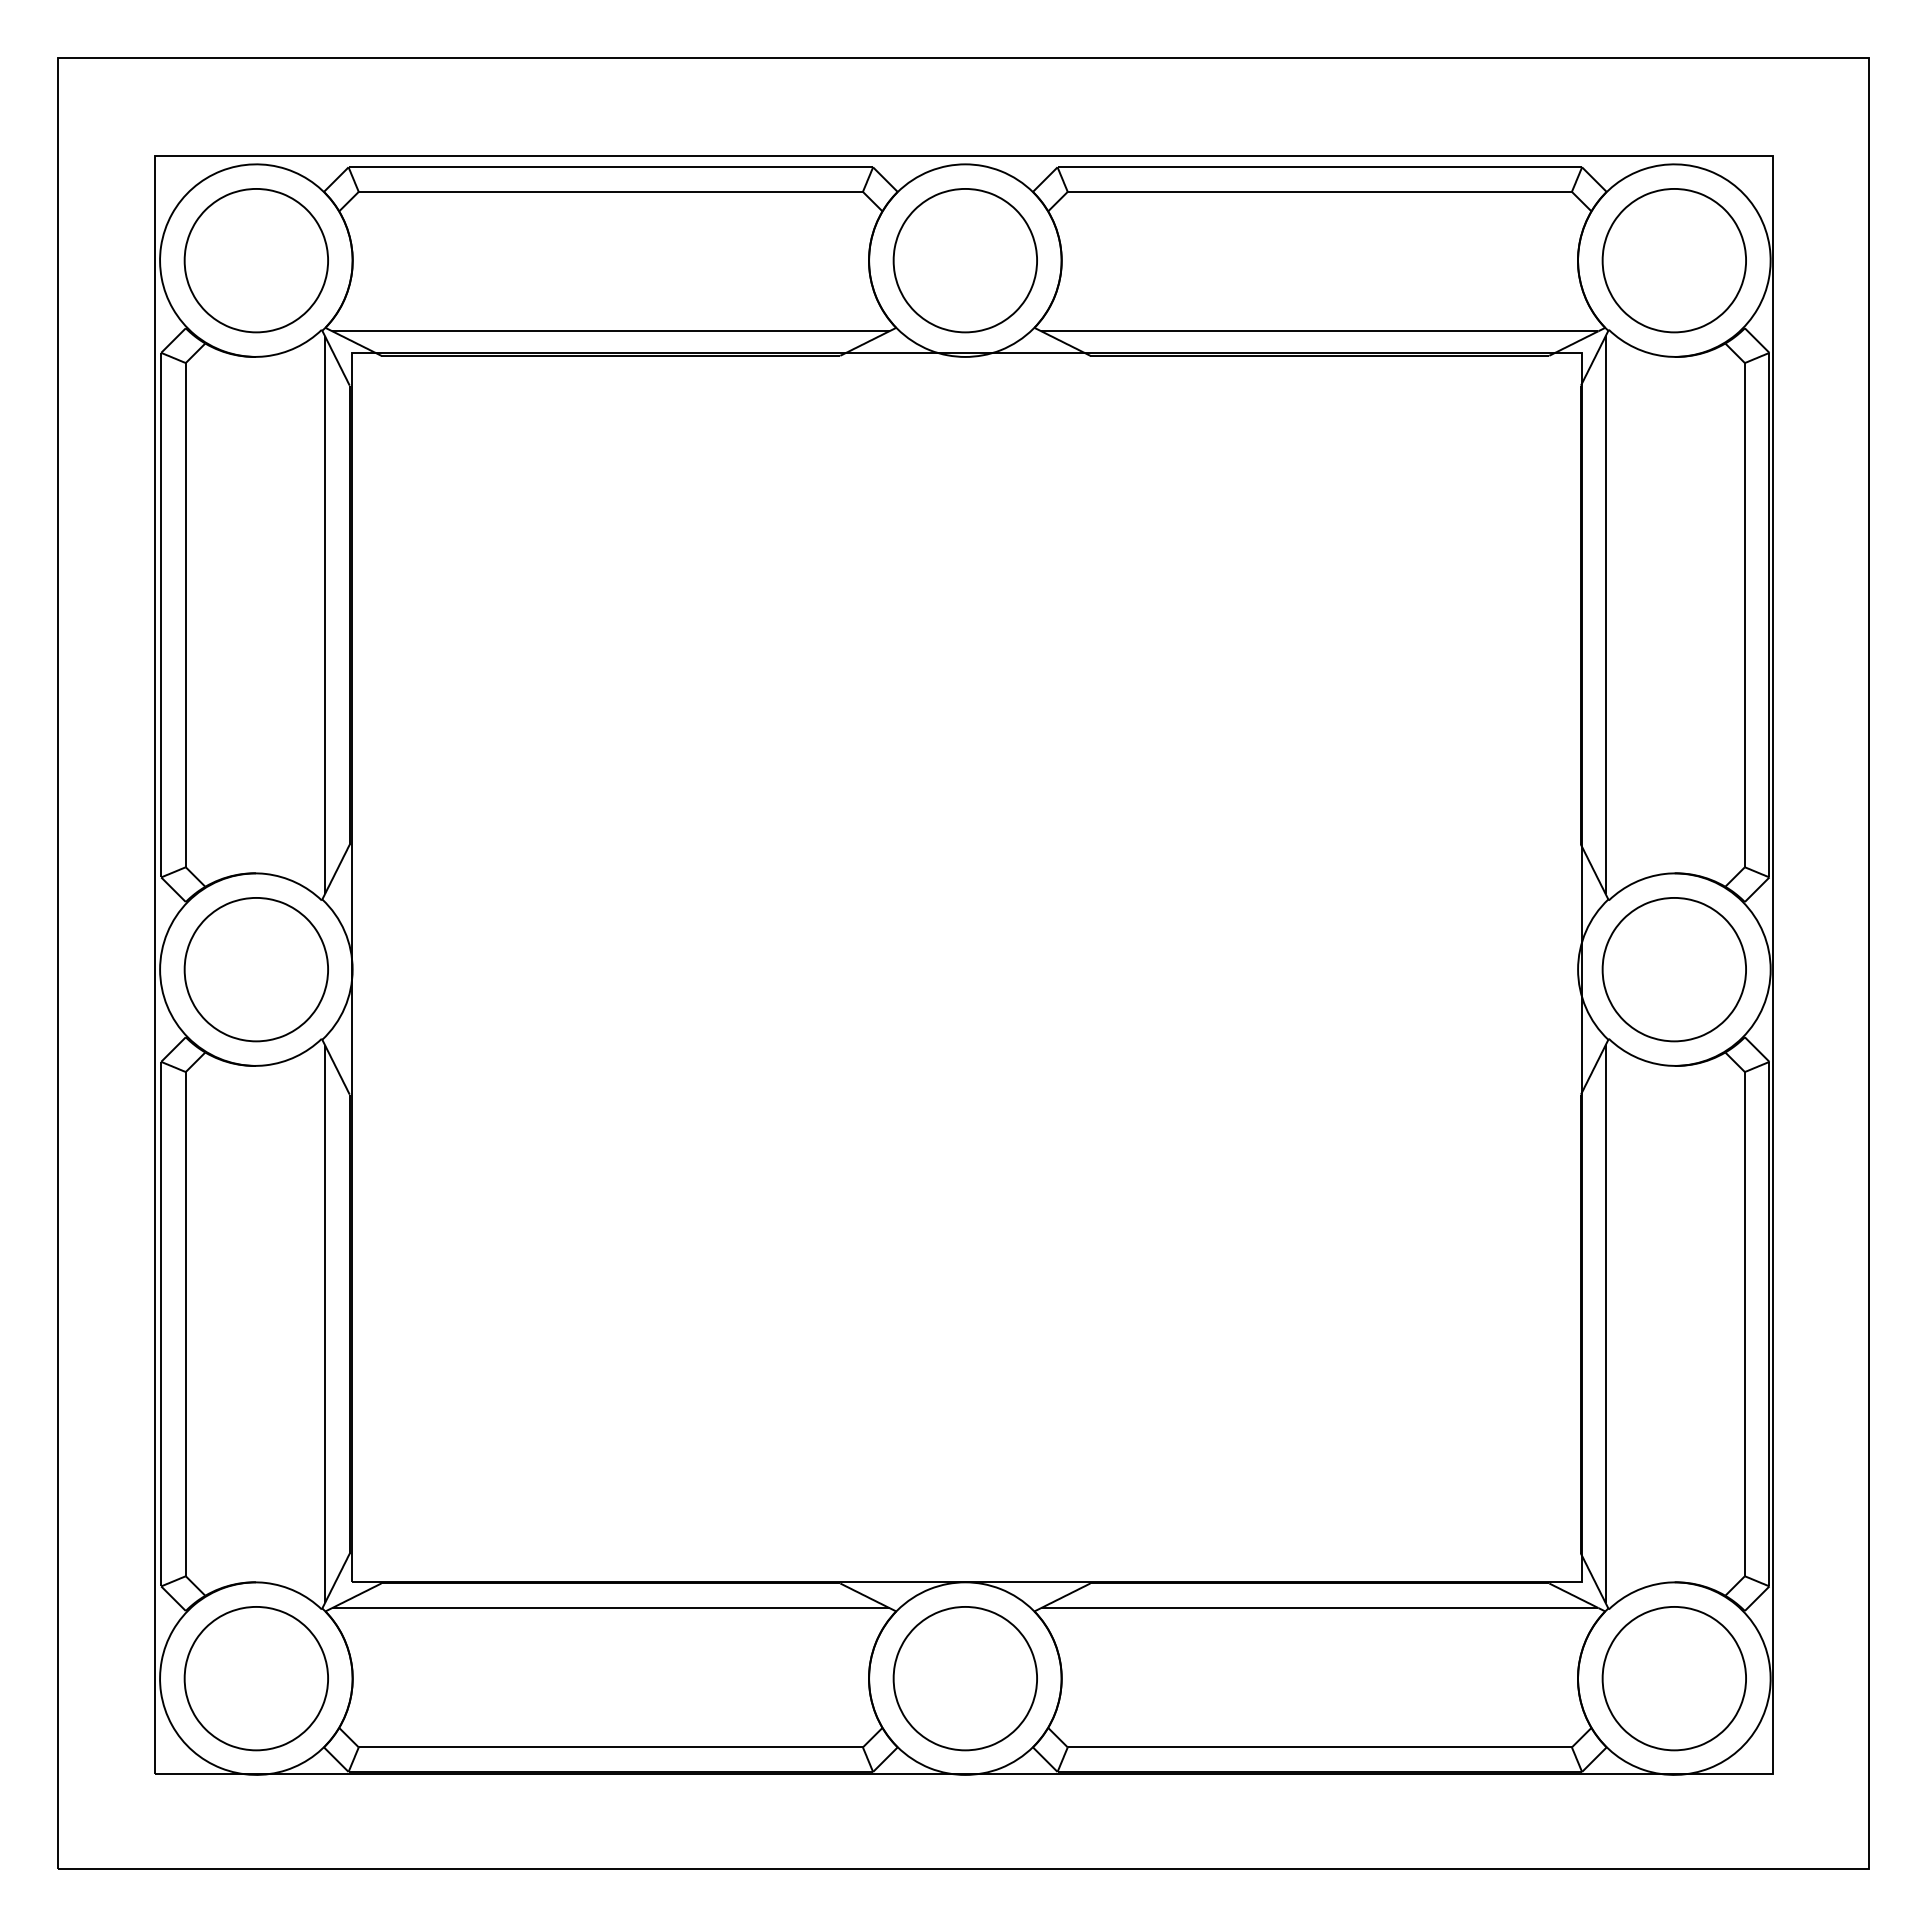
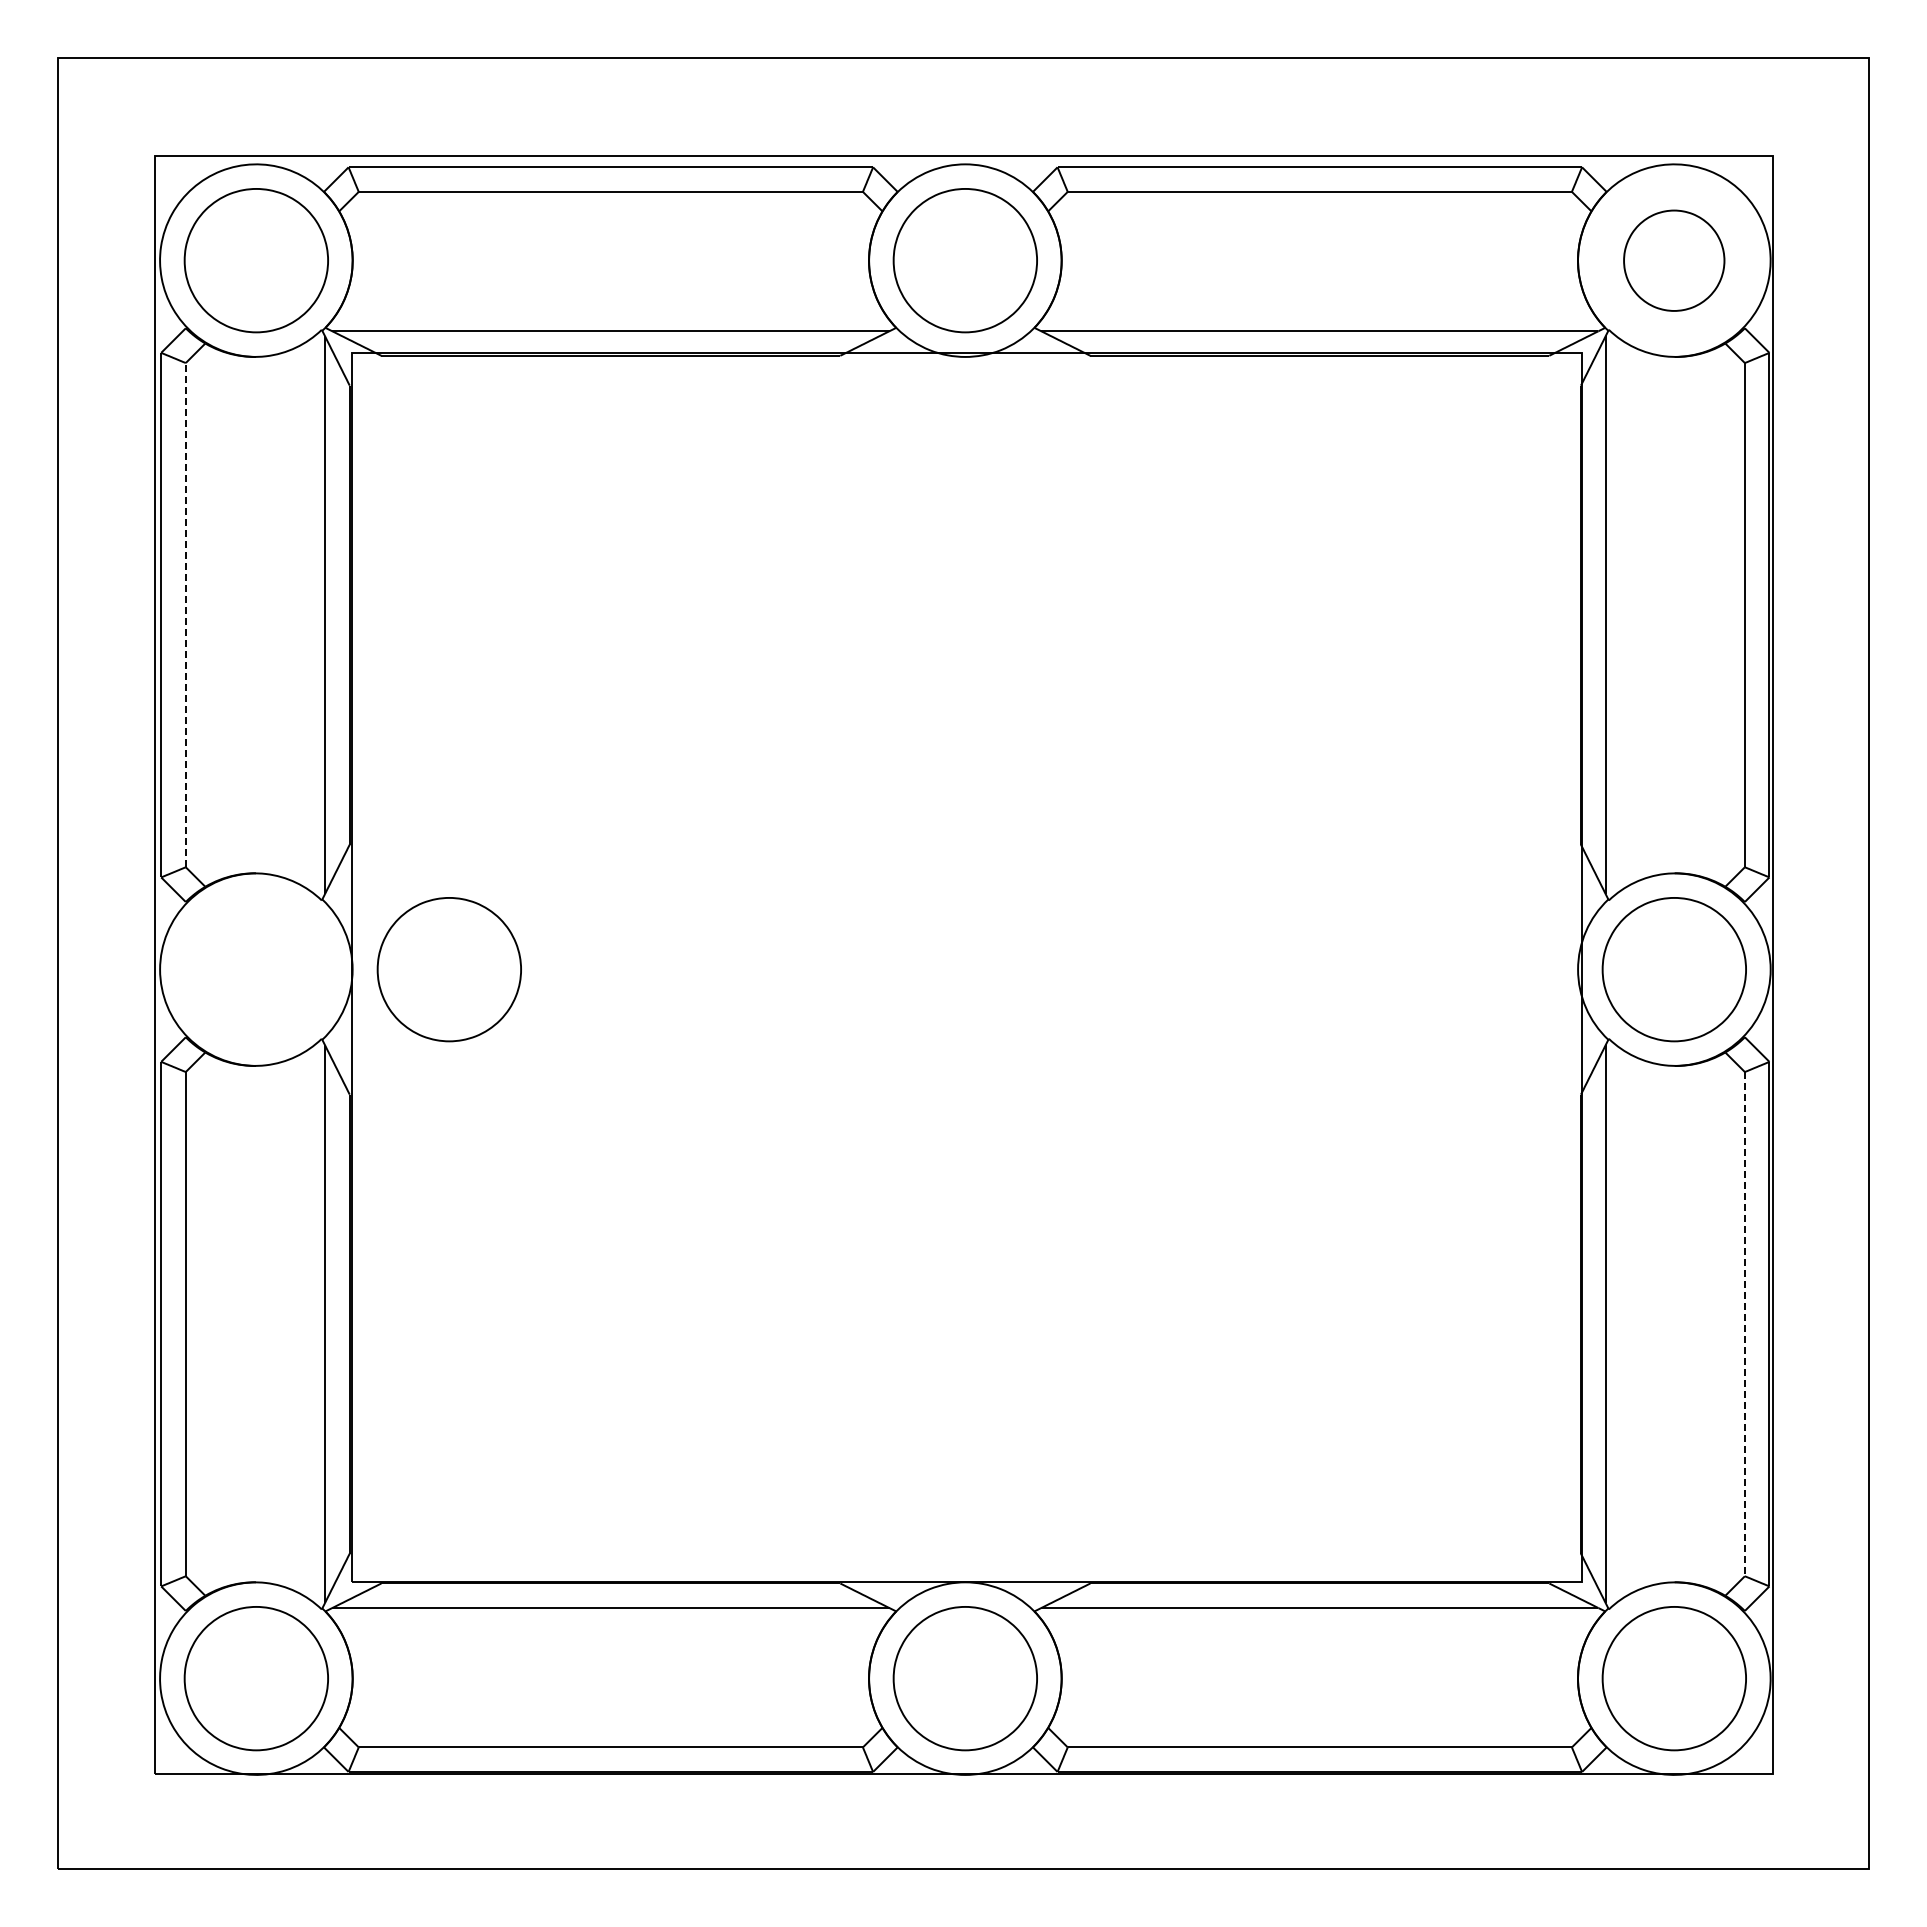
part at (1673, 260) size: 146x146 px -> 103x103 px
line at (185, 614): solid -> dashed
part at (255, 969) position: (255, 969) -> (448, 969)
line at (1744, 1324): solid -> dashed
